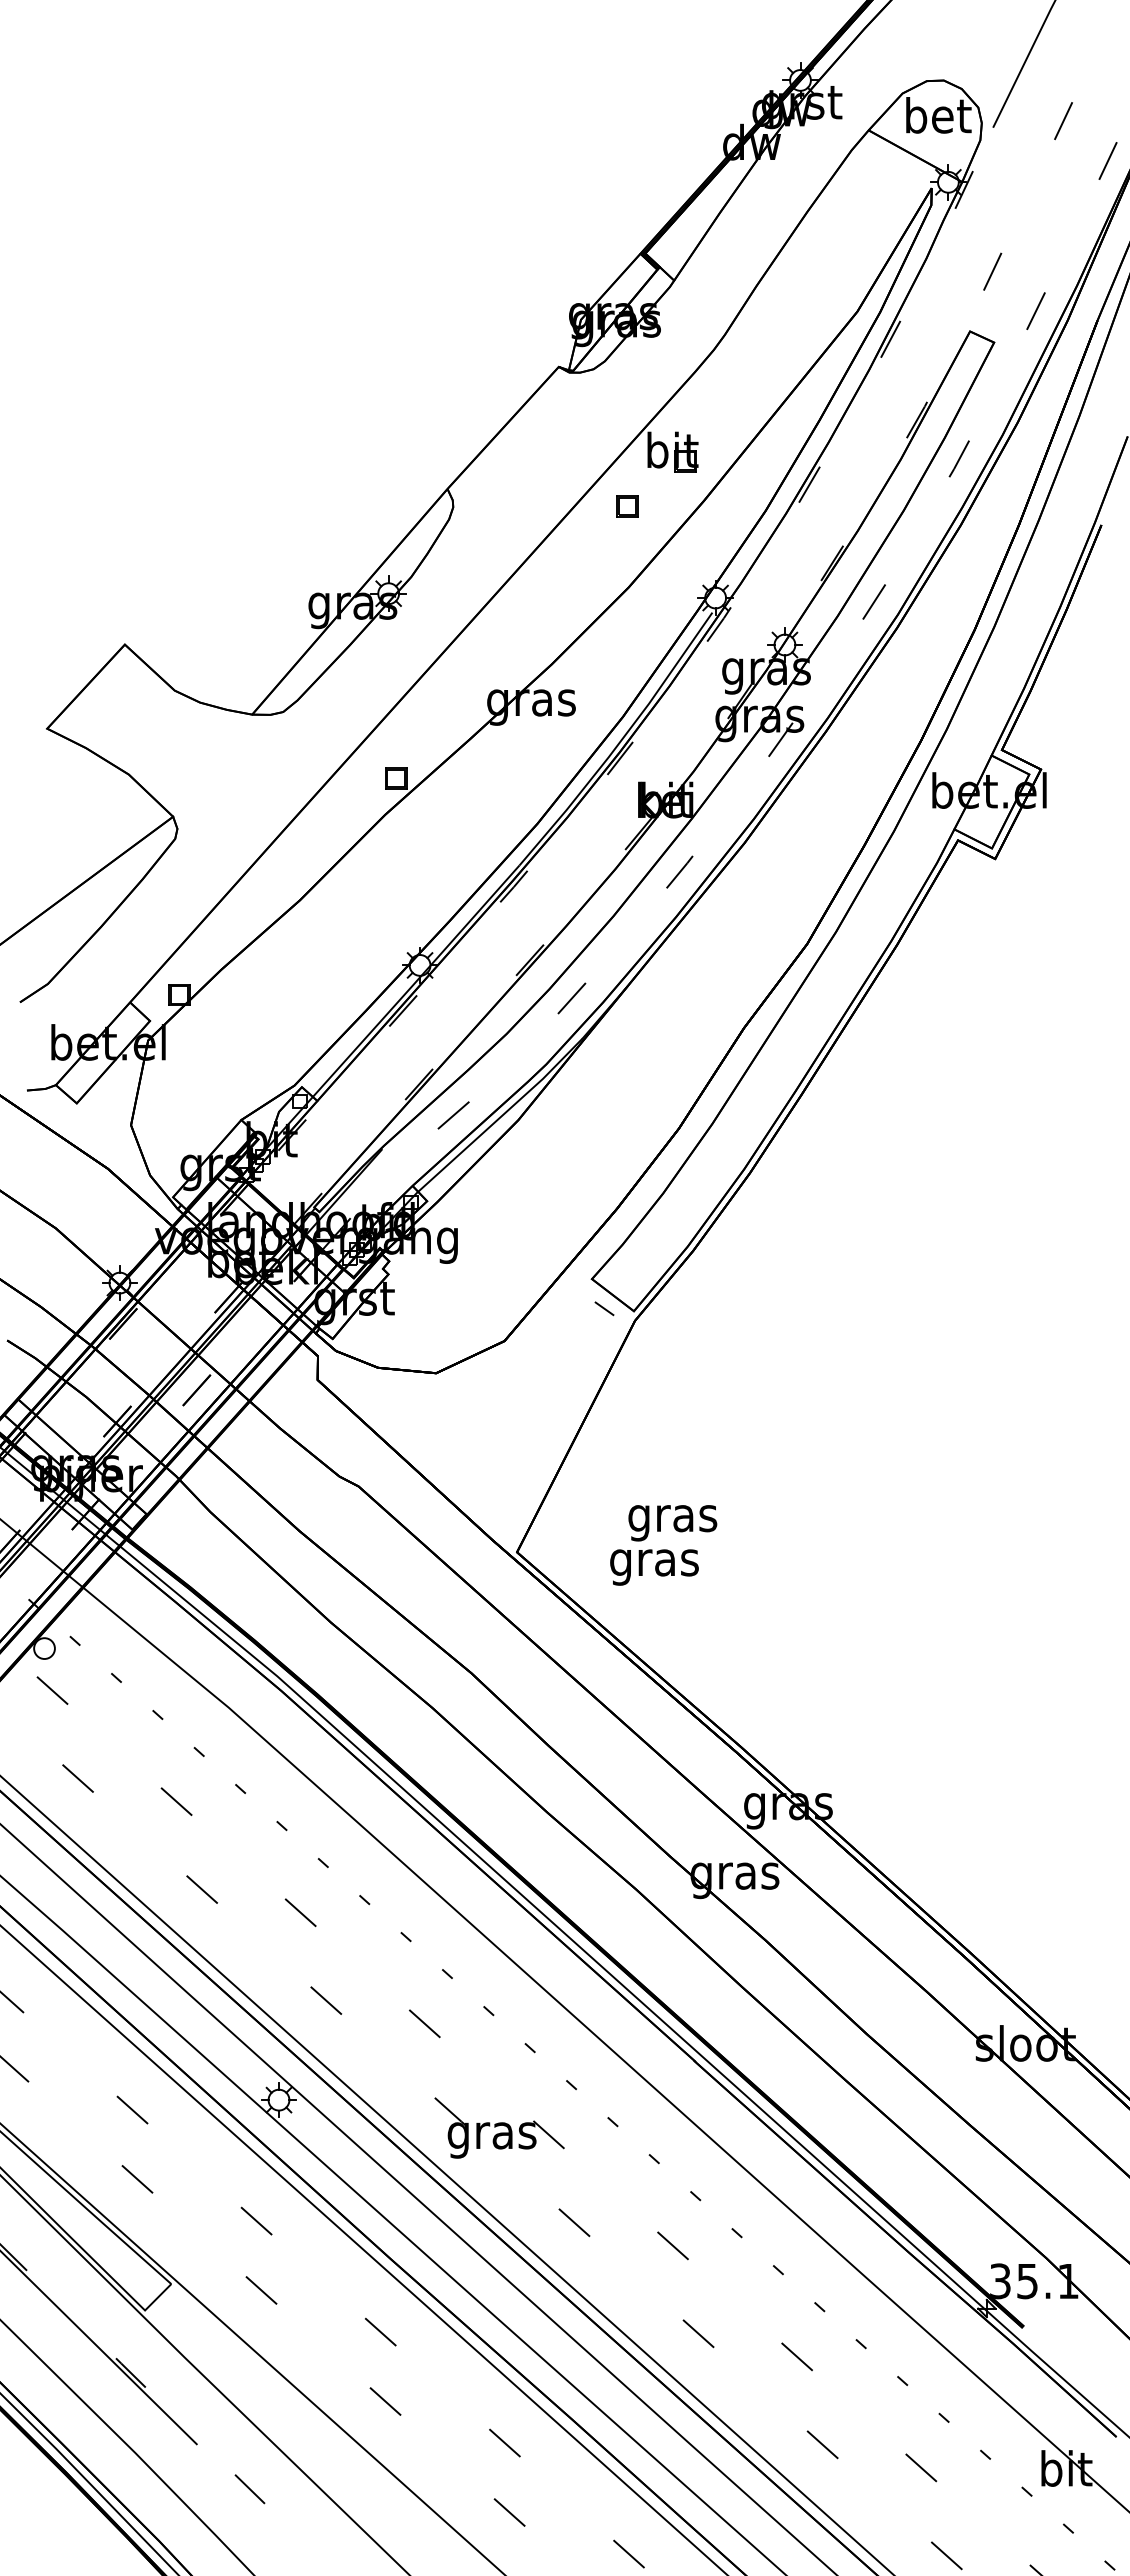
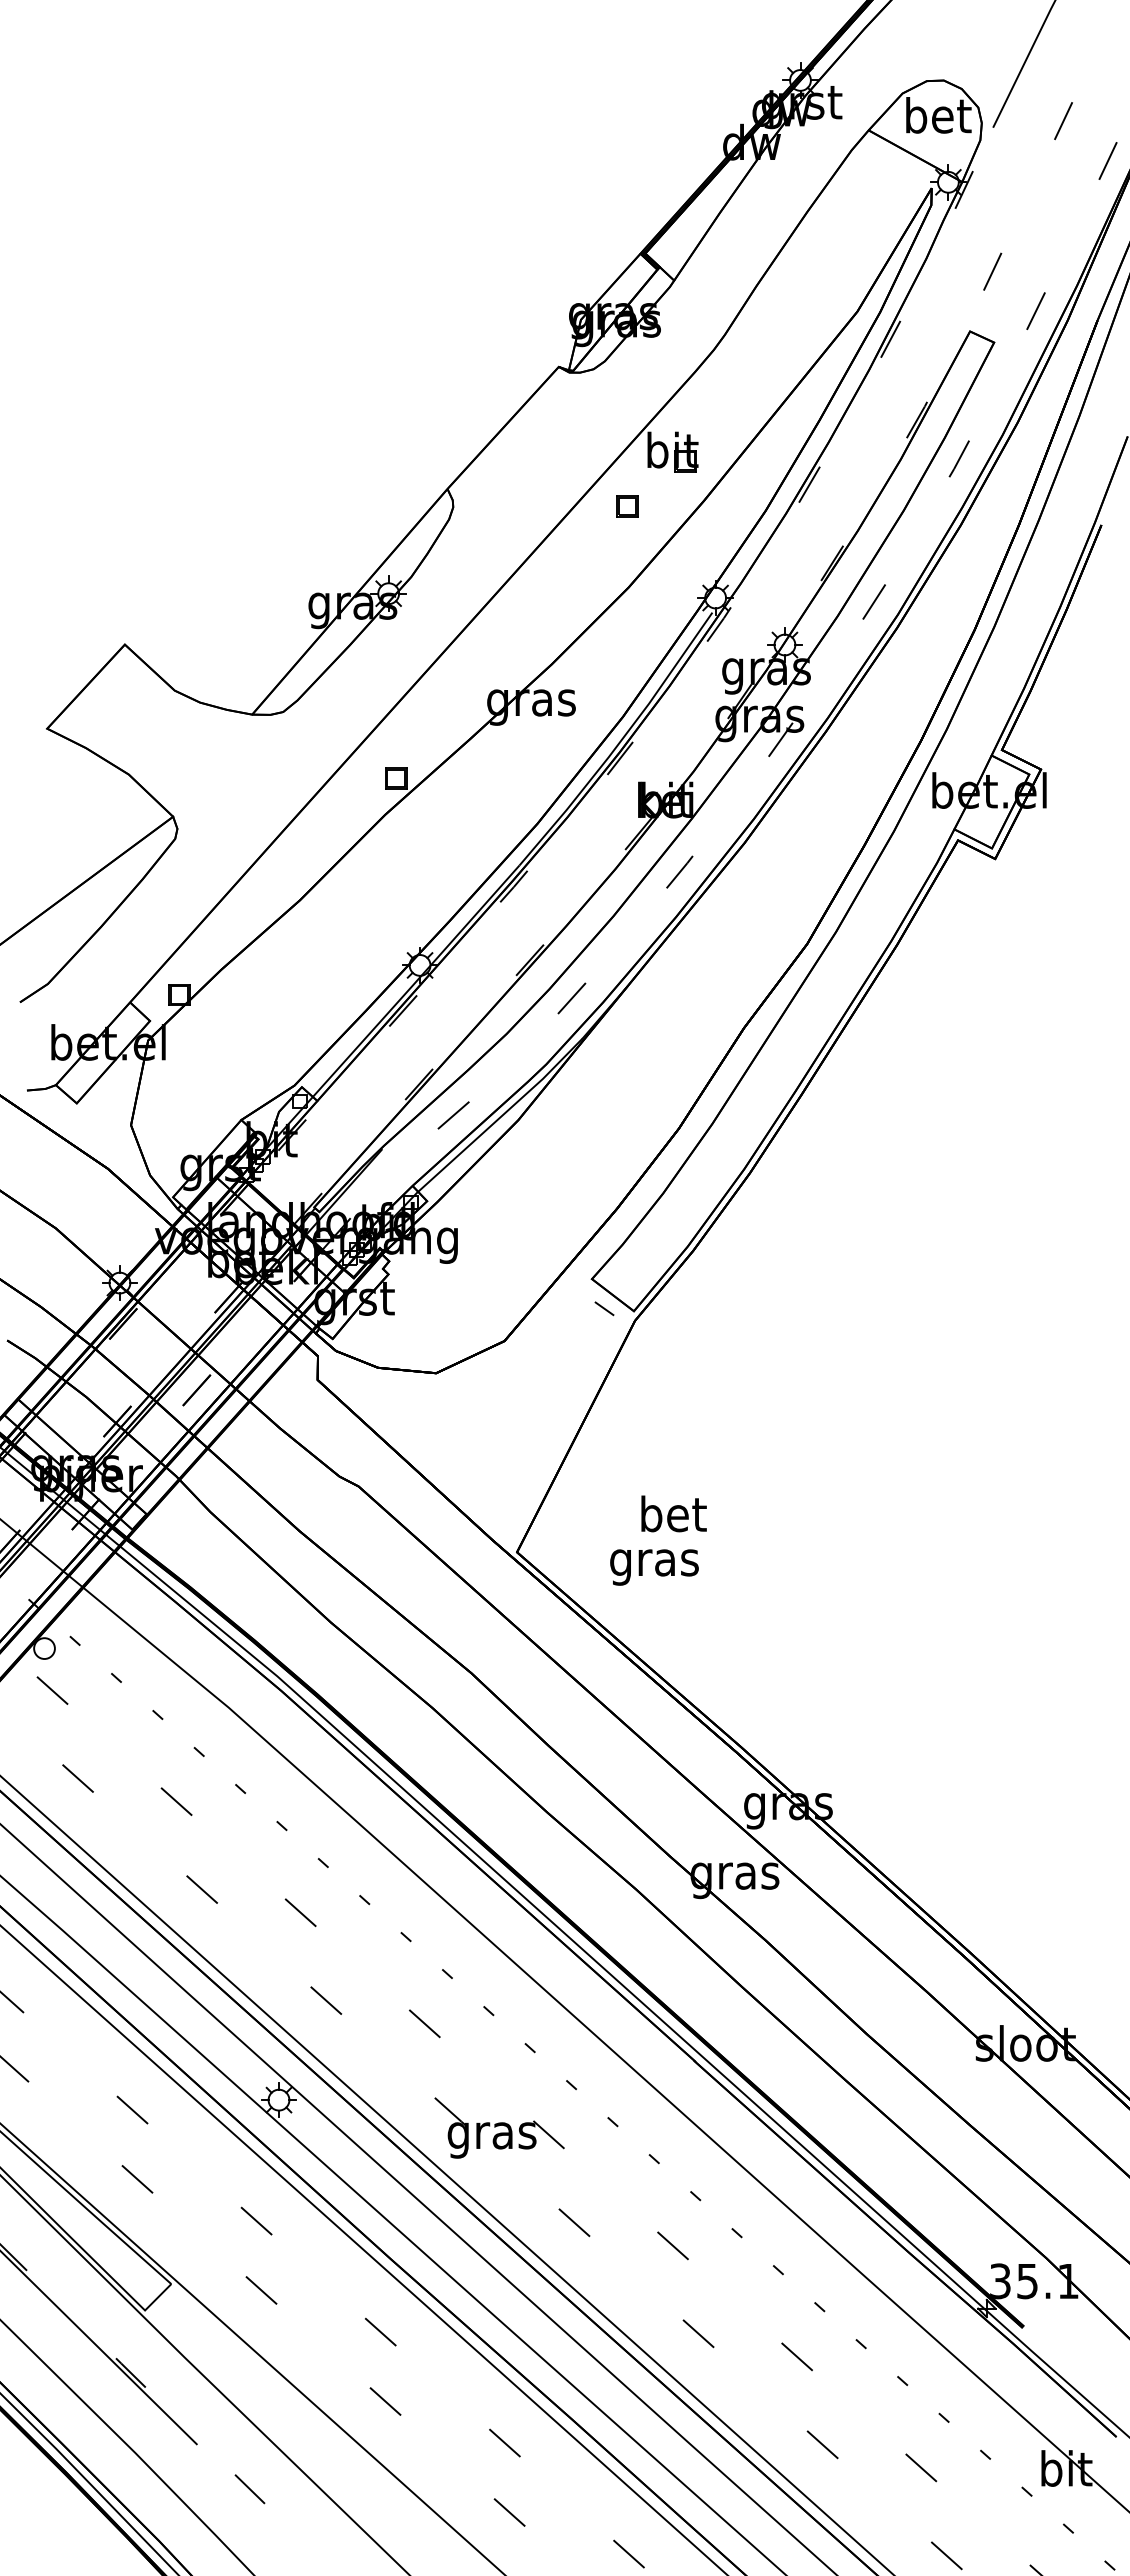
text at (672, 1518): gras -> bet
